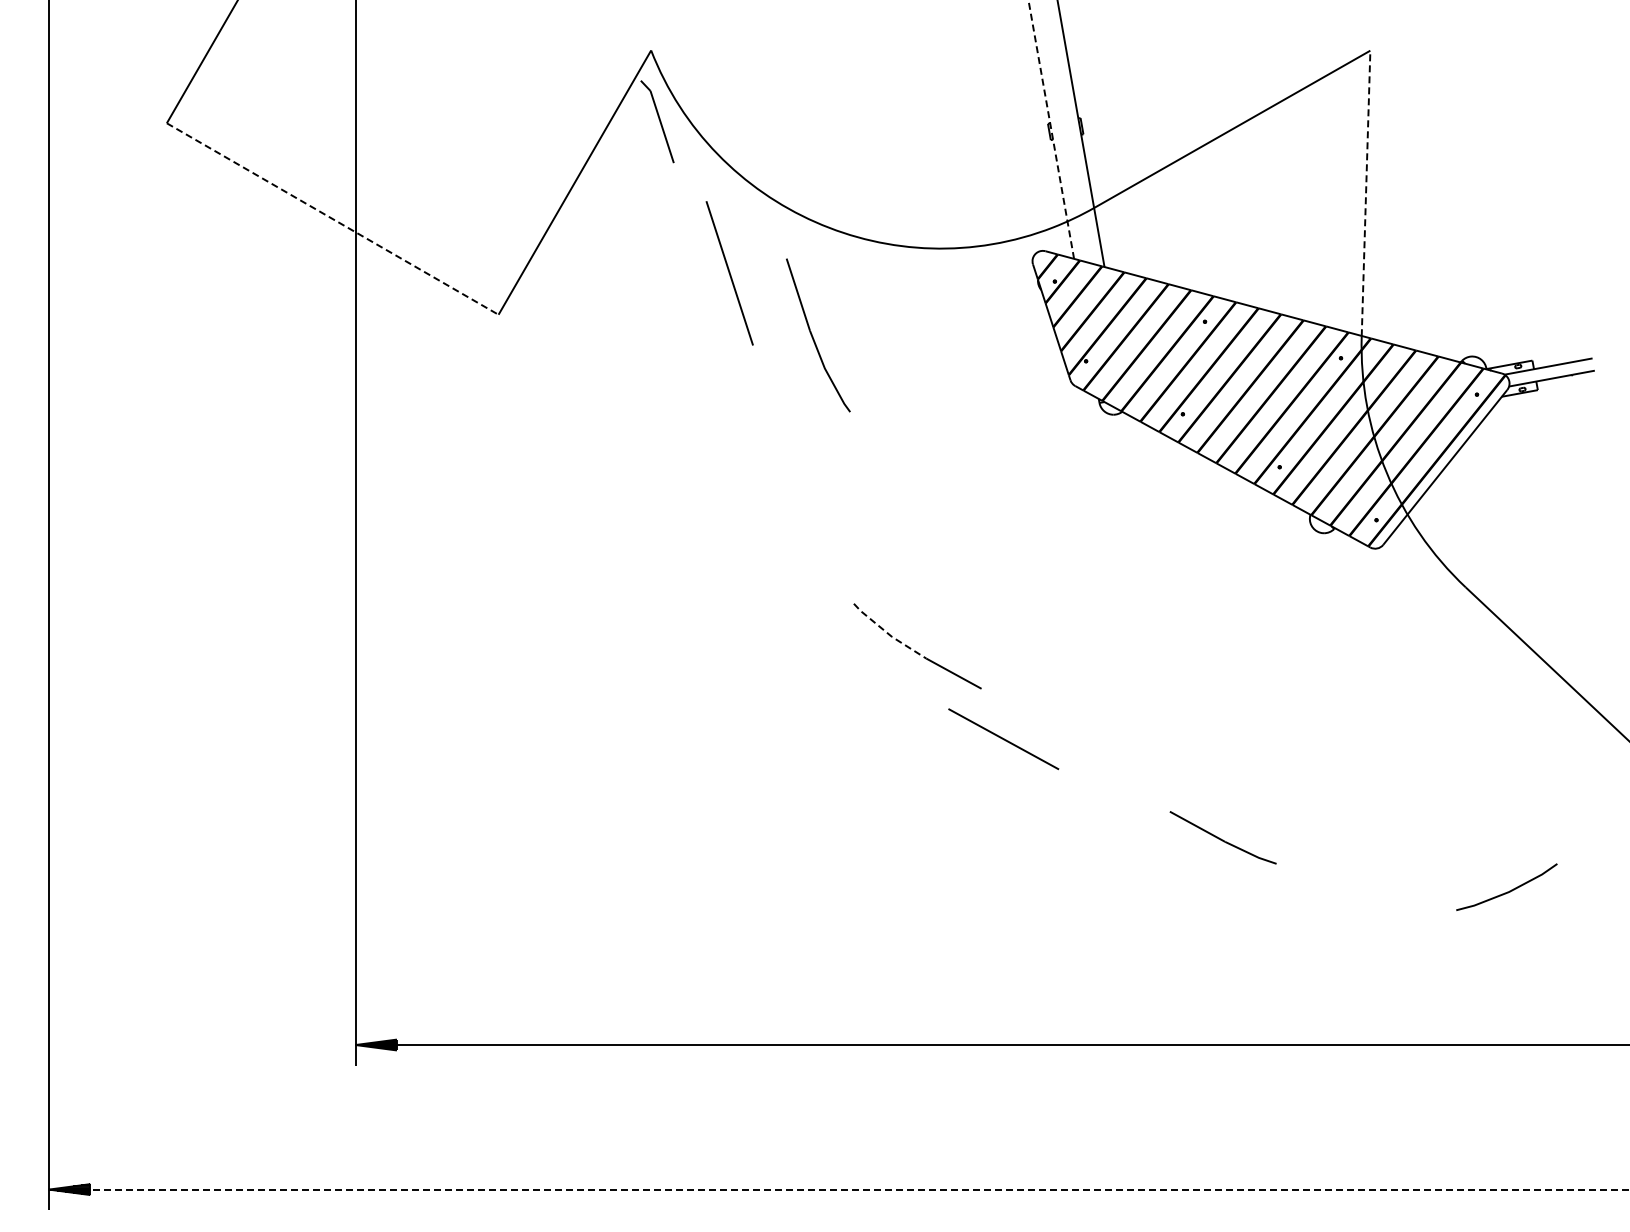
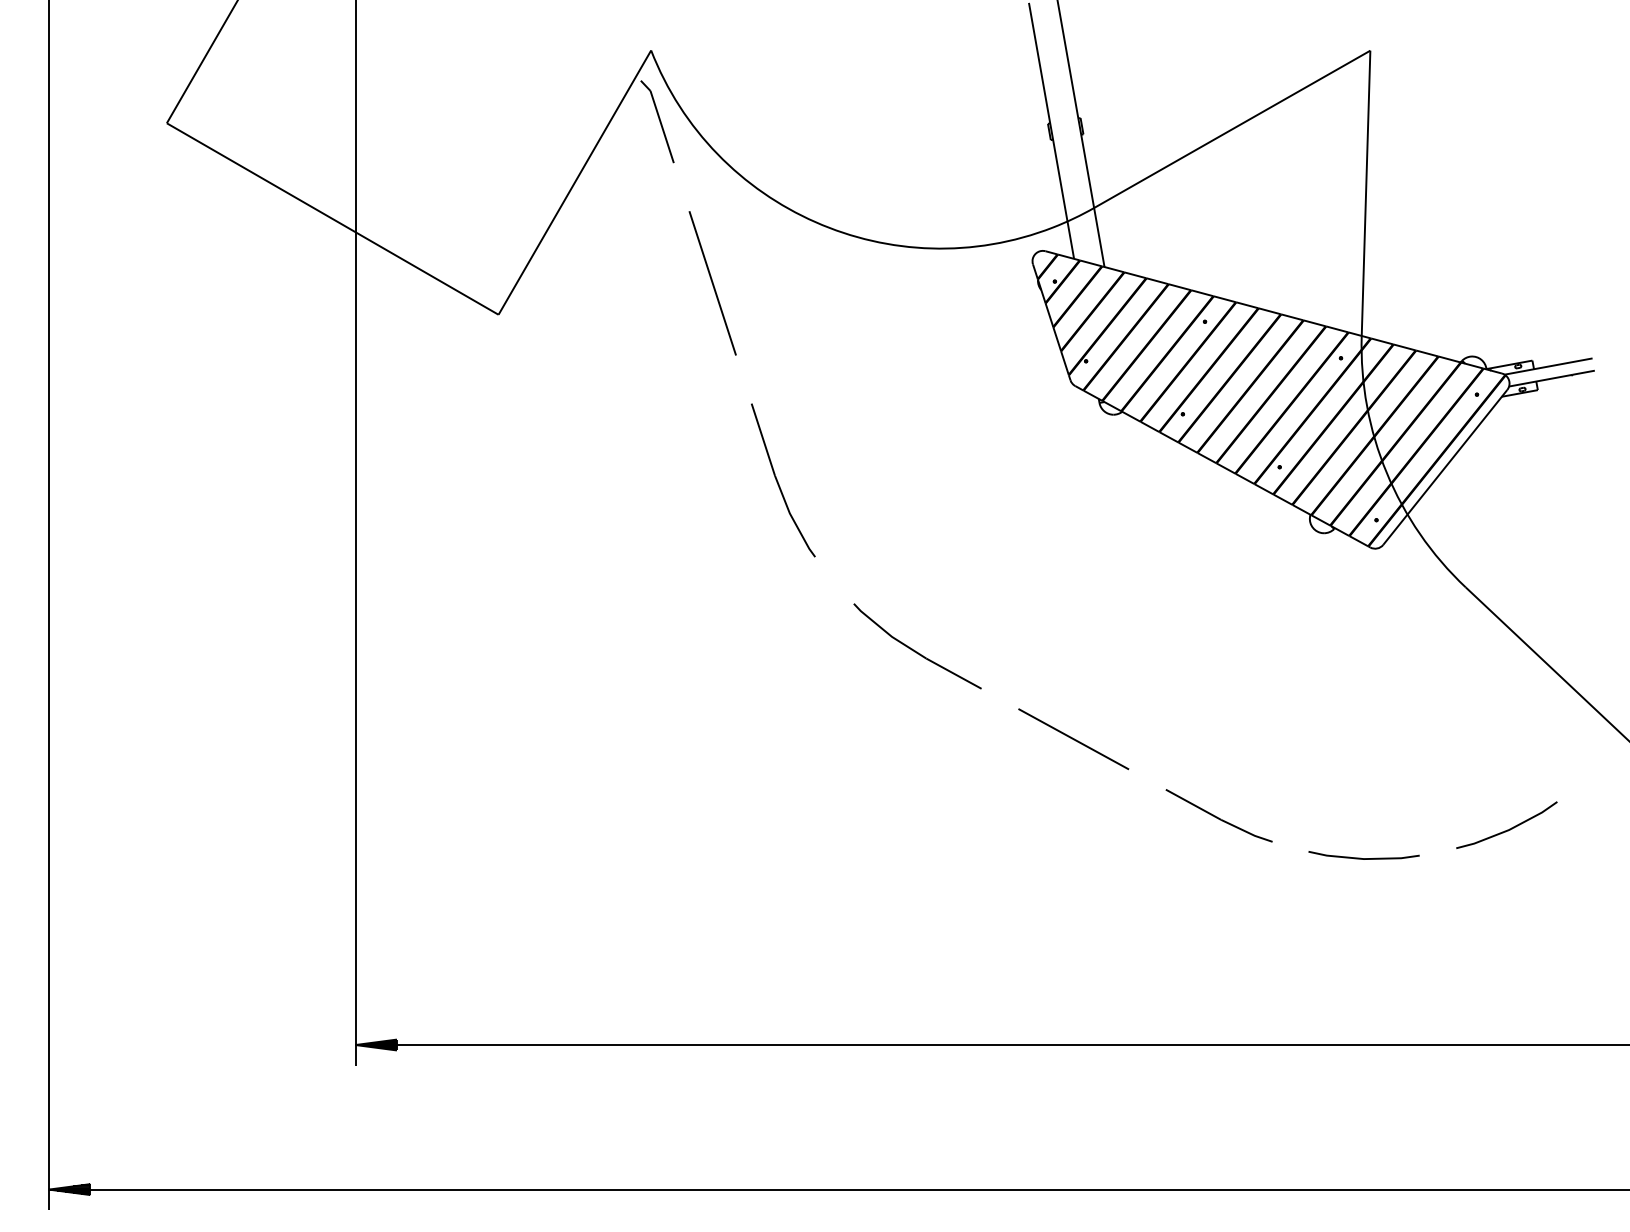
line at (1051, 130): dashed -> solid
line at (1366, 193): dashed -> solid
line at (332, 219): dashed -> solid
line at (729, 273) position: (729, 273) -> (712, 283)
part at (818, 335) position: (818, 335) -> (783, 480)
line at (888, 633): dashed -> solid
line at (1003, 739) position: (1003, 739) -> (1073, 739)
part at (1222, 837) position: (1222, 837) -> (1218, 815)
line at (1363, 858): none -> present
line at (1509, 890) position: (1509, 890) -> (1509, 828)
line at (839, 1189): dashed -> solid
